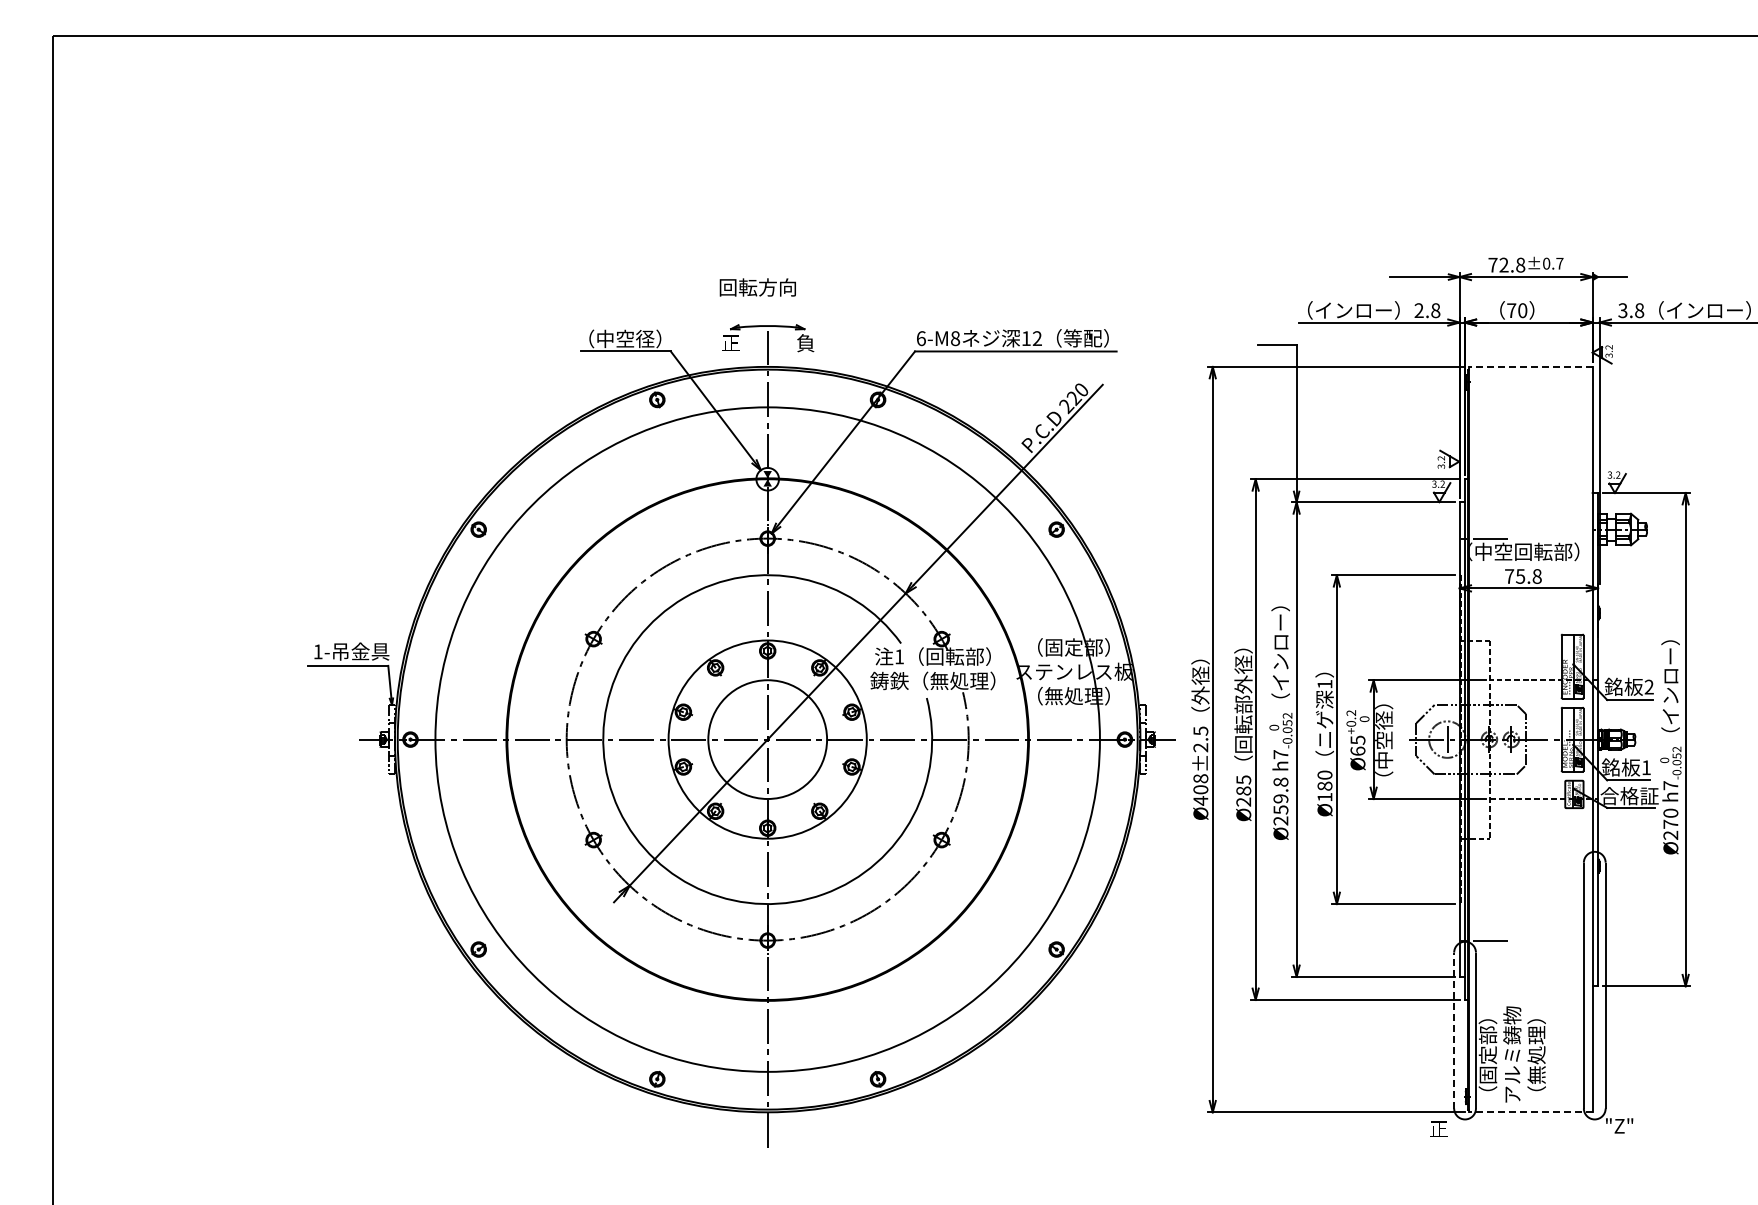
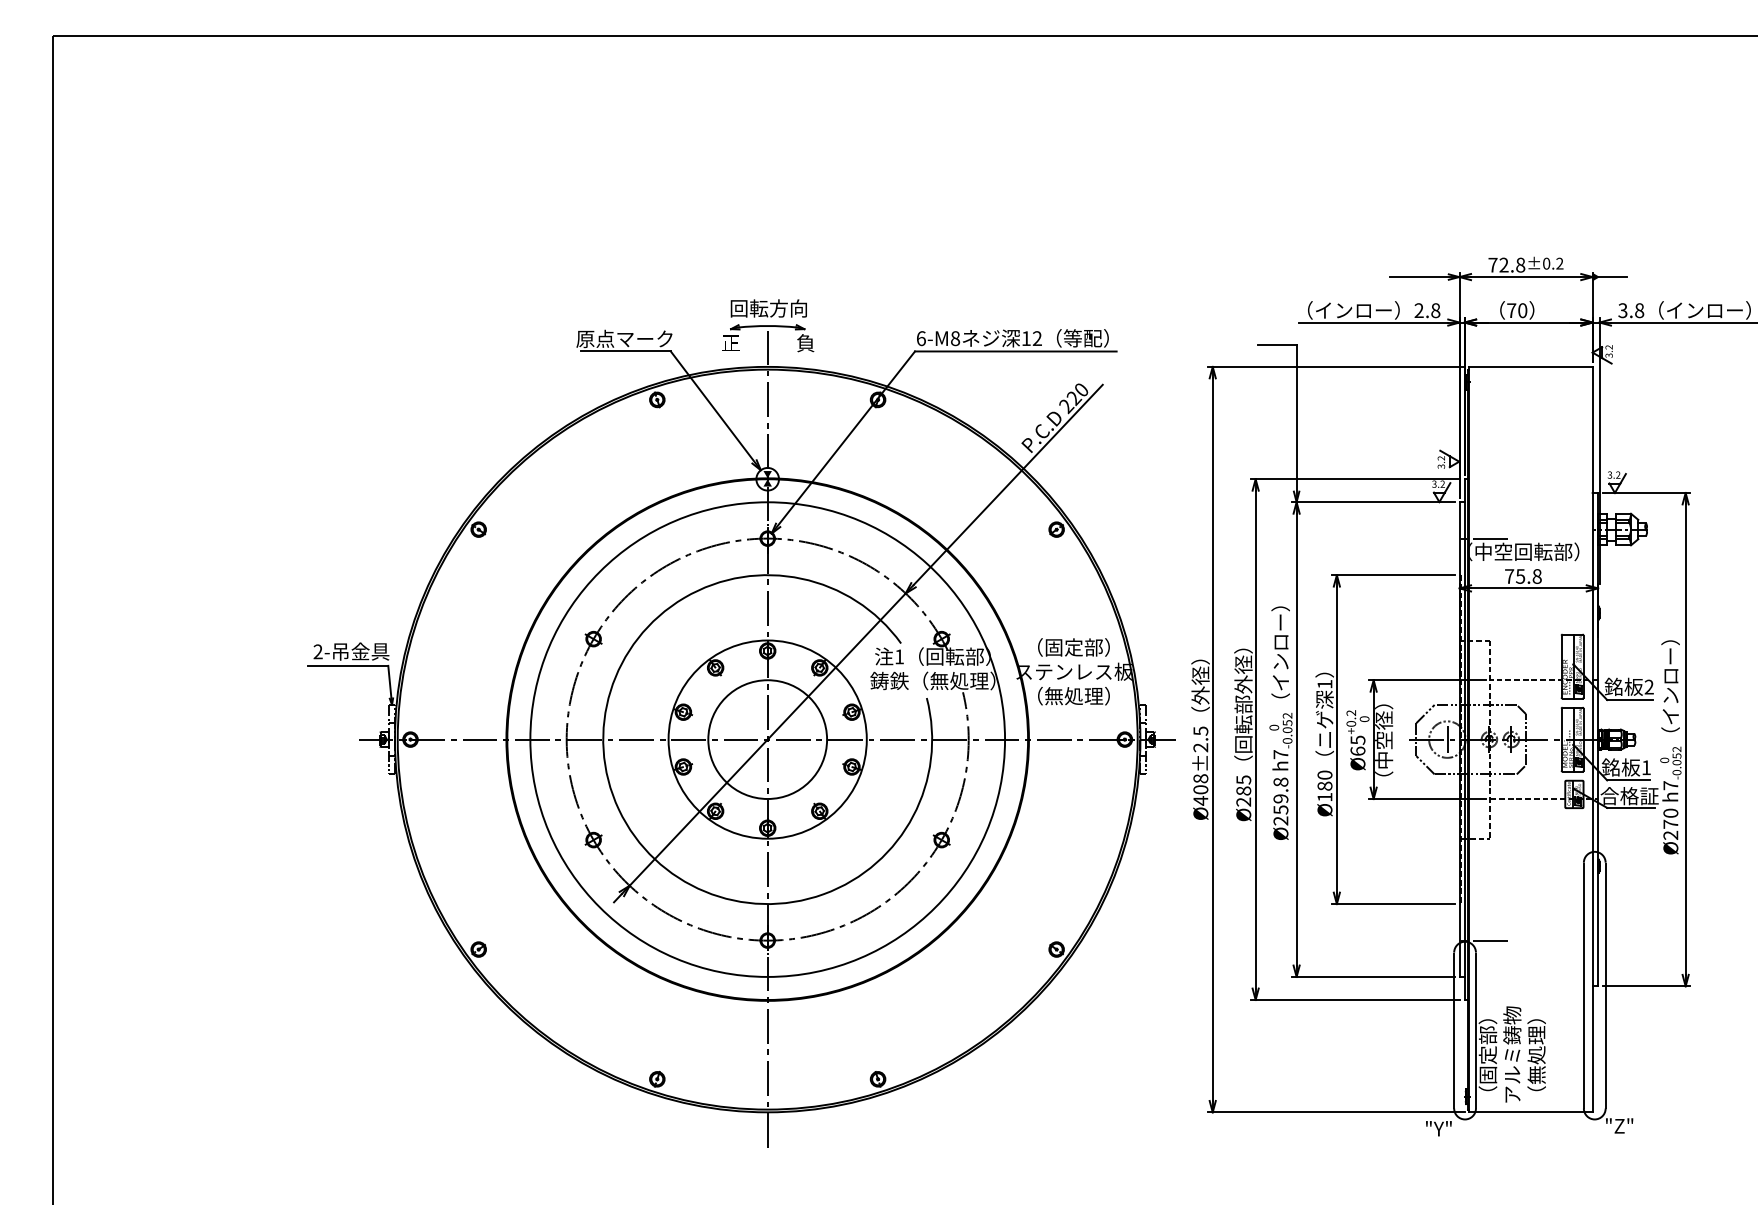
text at (1559, 263): ±0.7 -> ±0.2
text at (757, 287) position: (757, 287) -> (768, 308)
text at (624, 338): （中空径） -> 原点マーク
line at (1530, 366): dashed -> solid
text at (317, 651): 1- -> 2-
circle at (767, 739) diameter: 665 px -> 475 px
line at (1454, 1030): dashed -> solid
line at (1530, 1112): dashed -> solid
text at (1438, 1128): 正 -> "Y"
